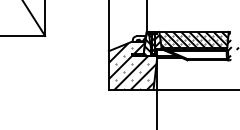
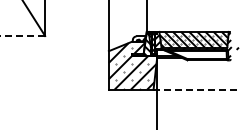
line at (22, 36): solid -> dashed
line at (196, 89): solid -> dashed
